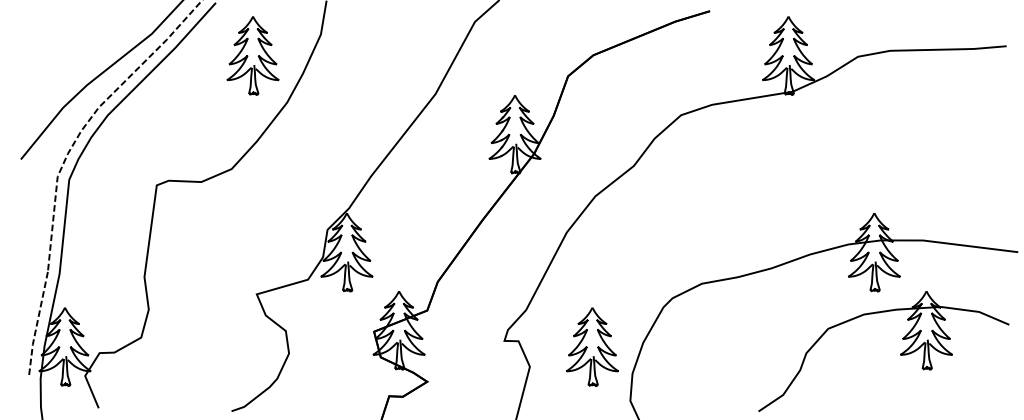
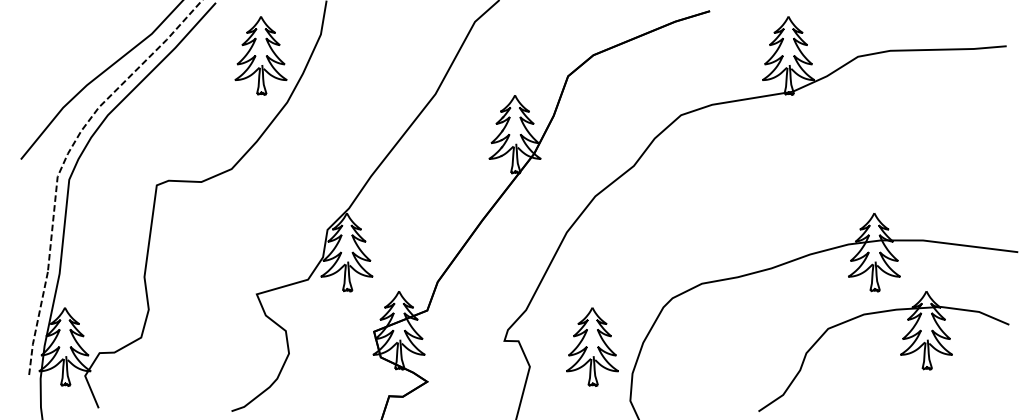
part at (252, 55) position: (252, 55) -> (260, 55)
